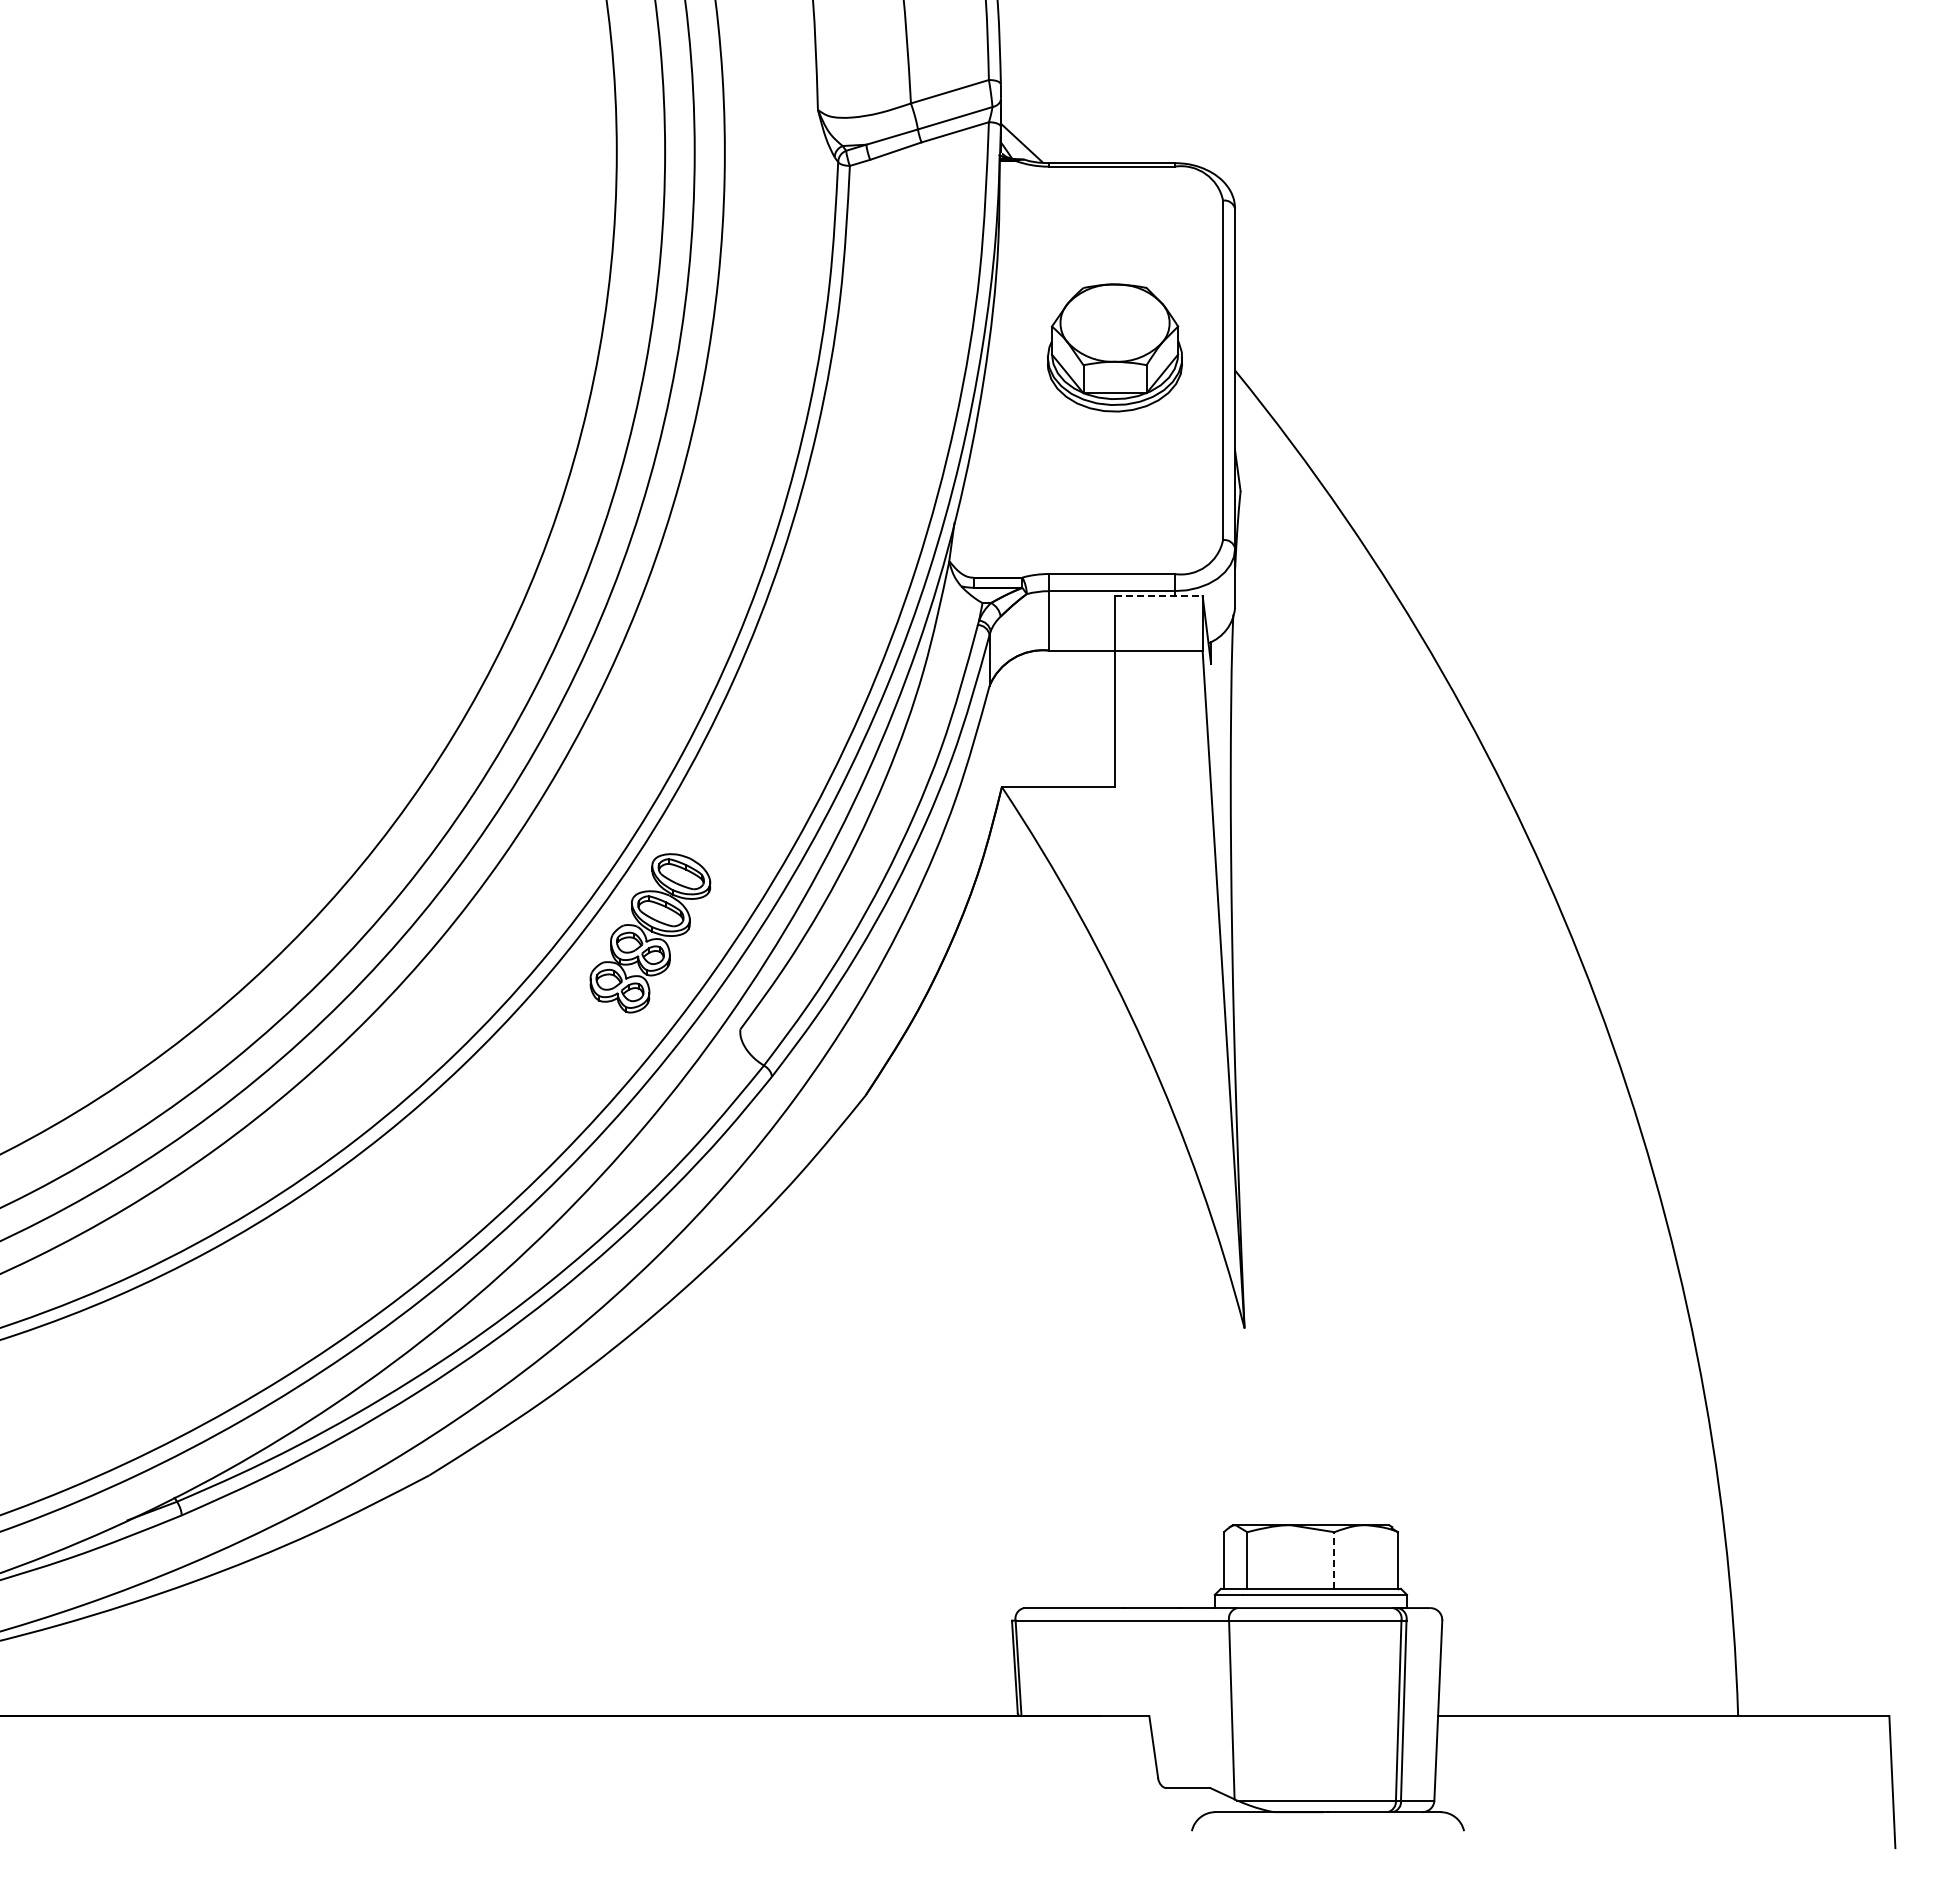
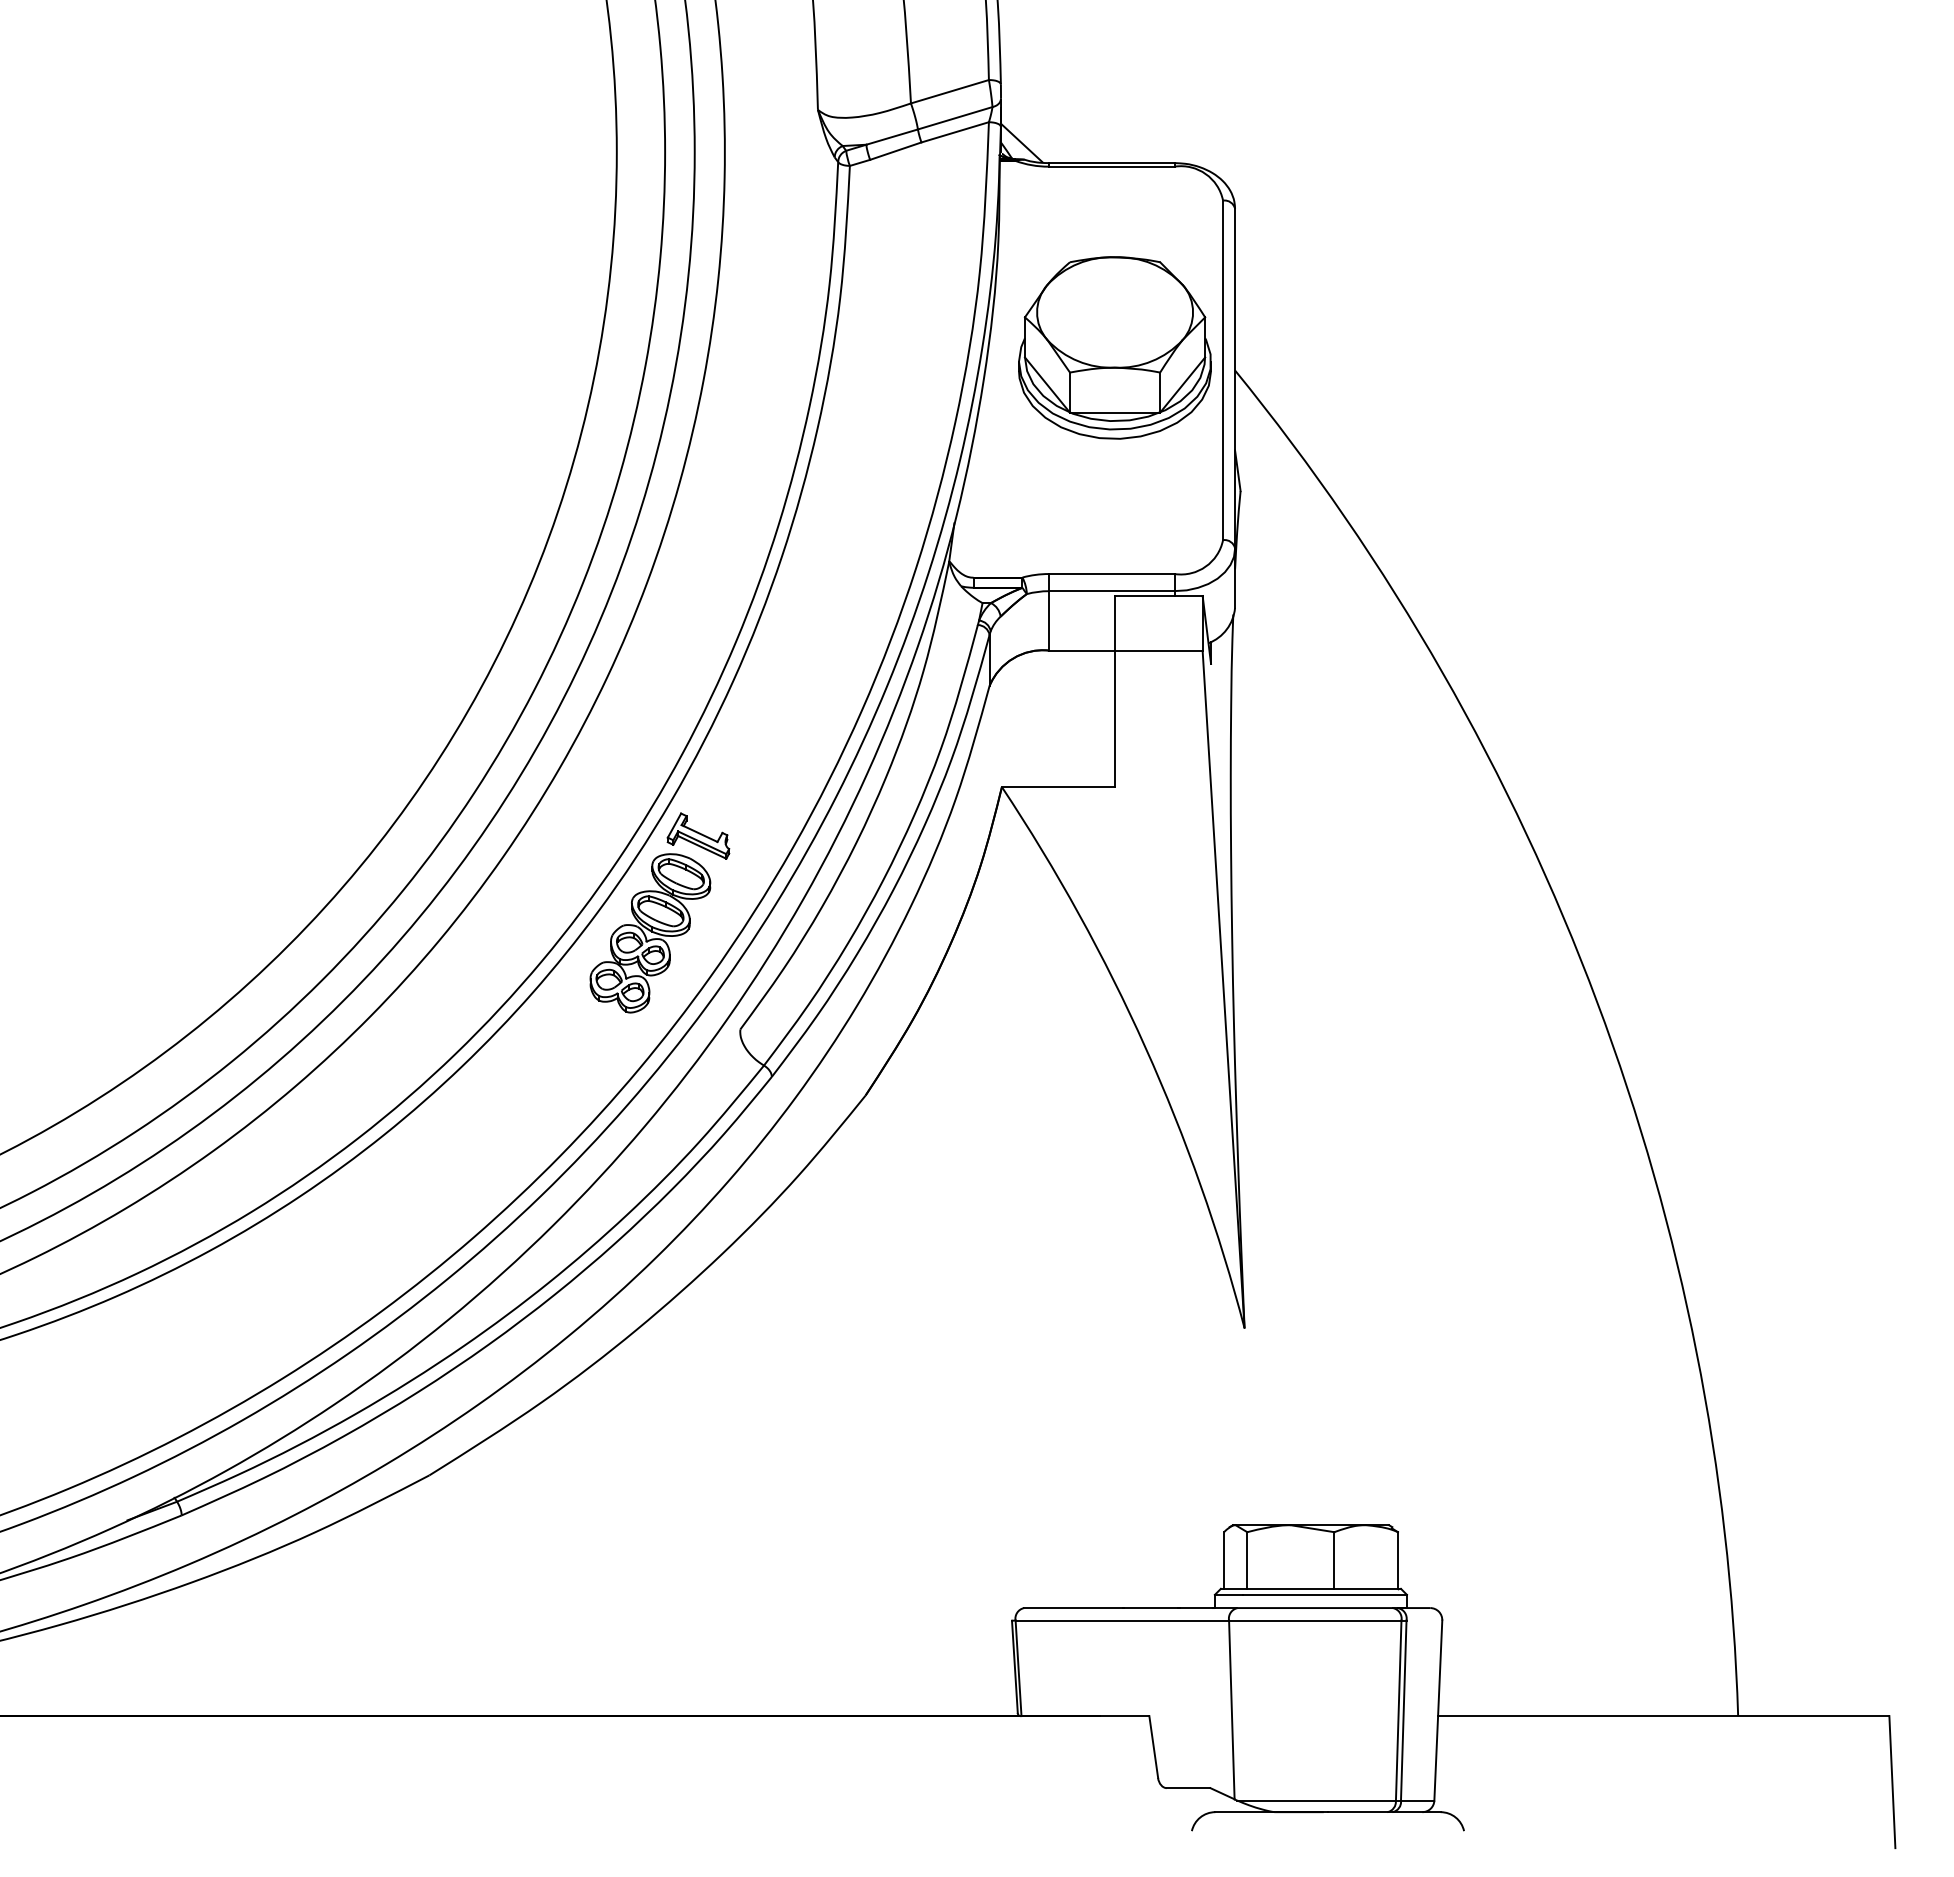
part at (1114, 347) size: 136x130 px -> 194x184 px
line at (1158, 596): dashed -> solid
part at (698, 835): none -> present
line at (1334, 1560): dashed -> solid
